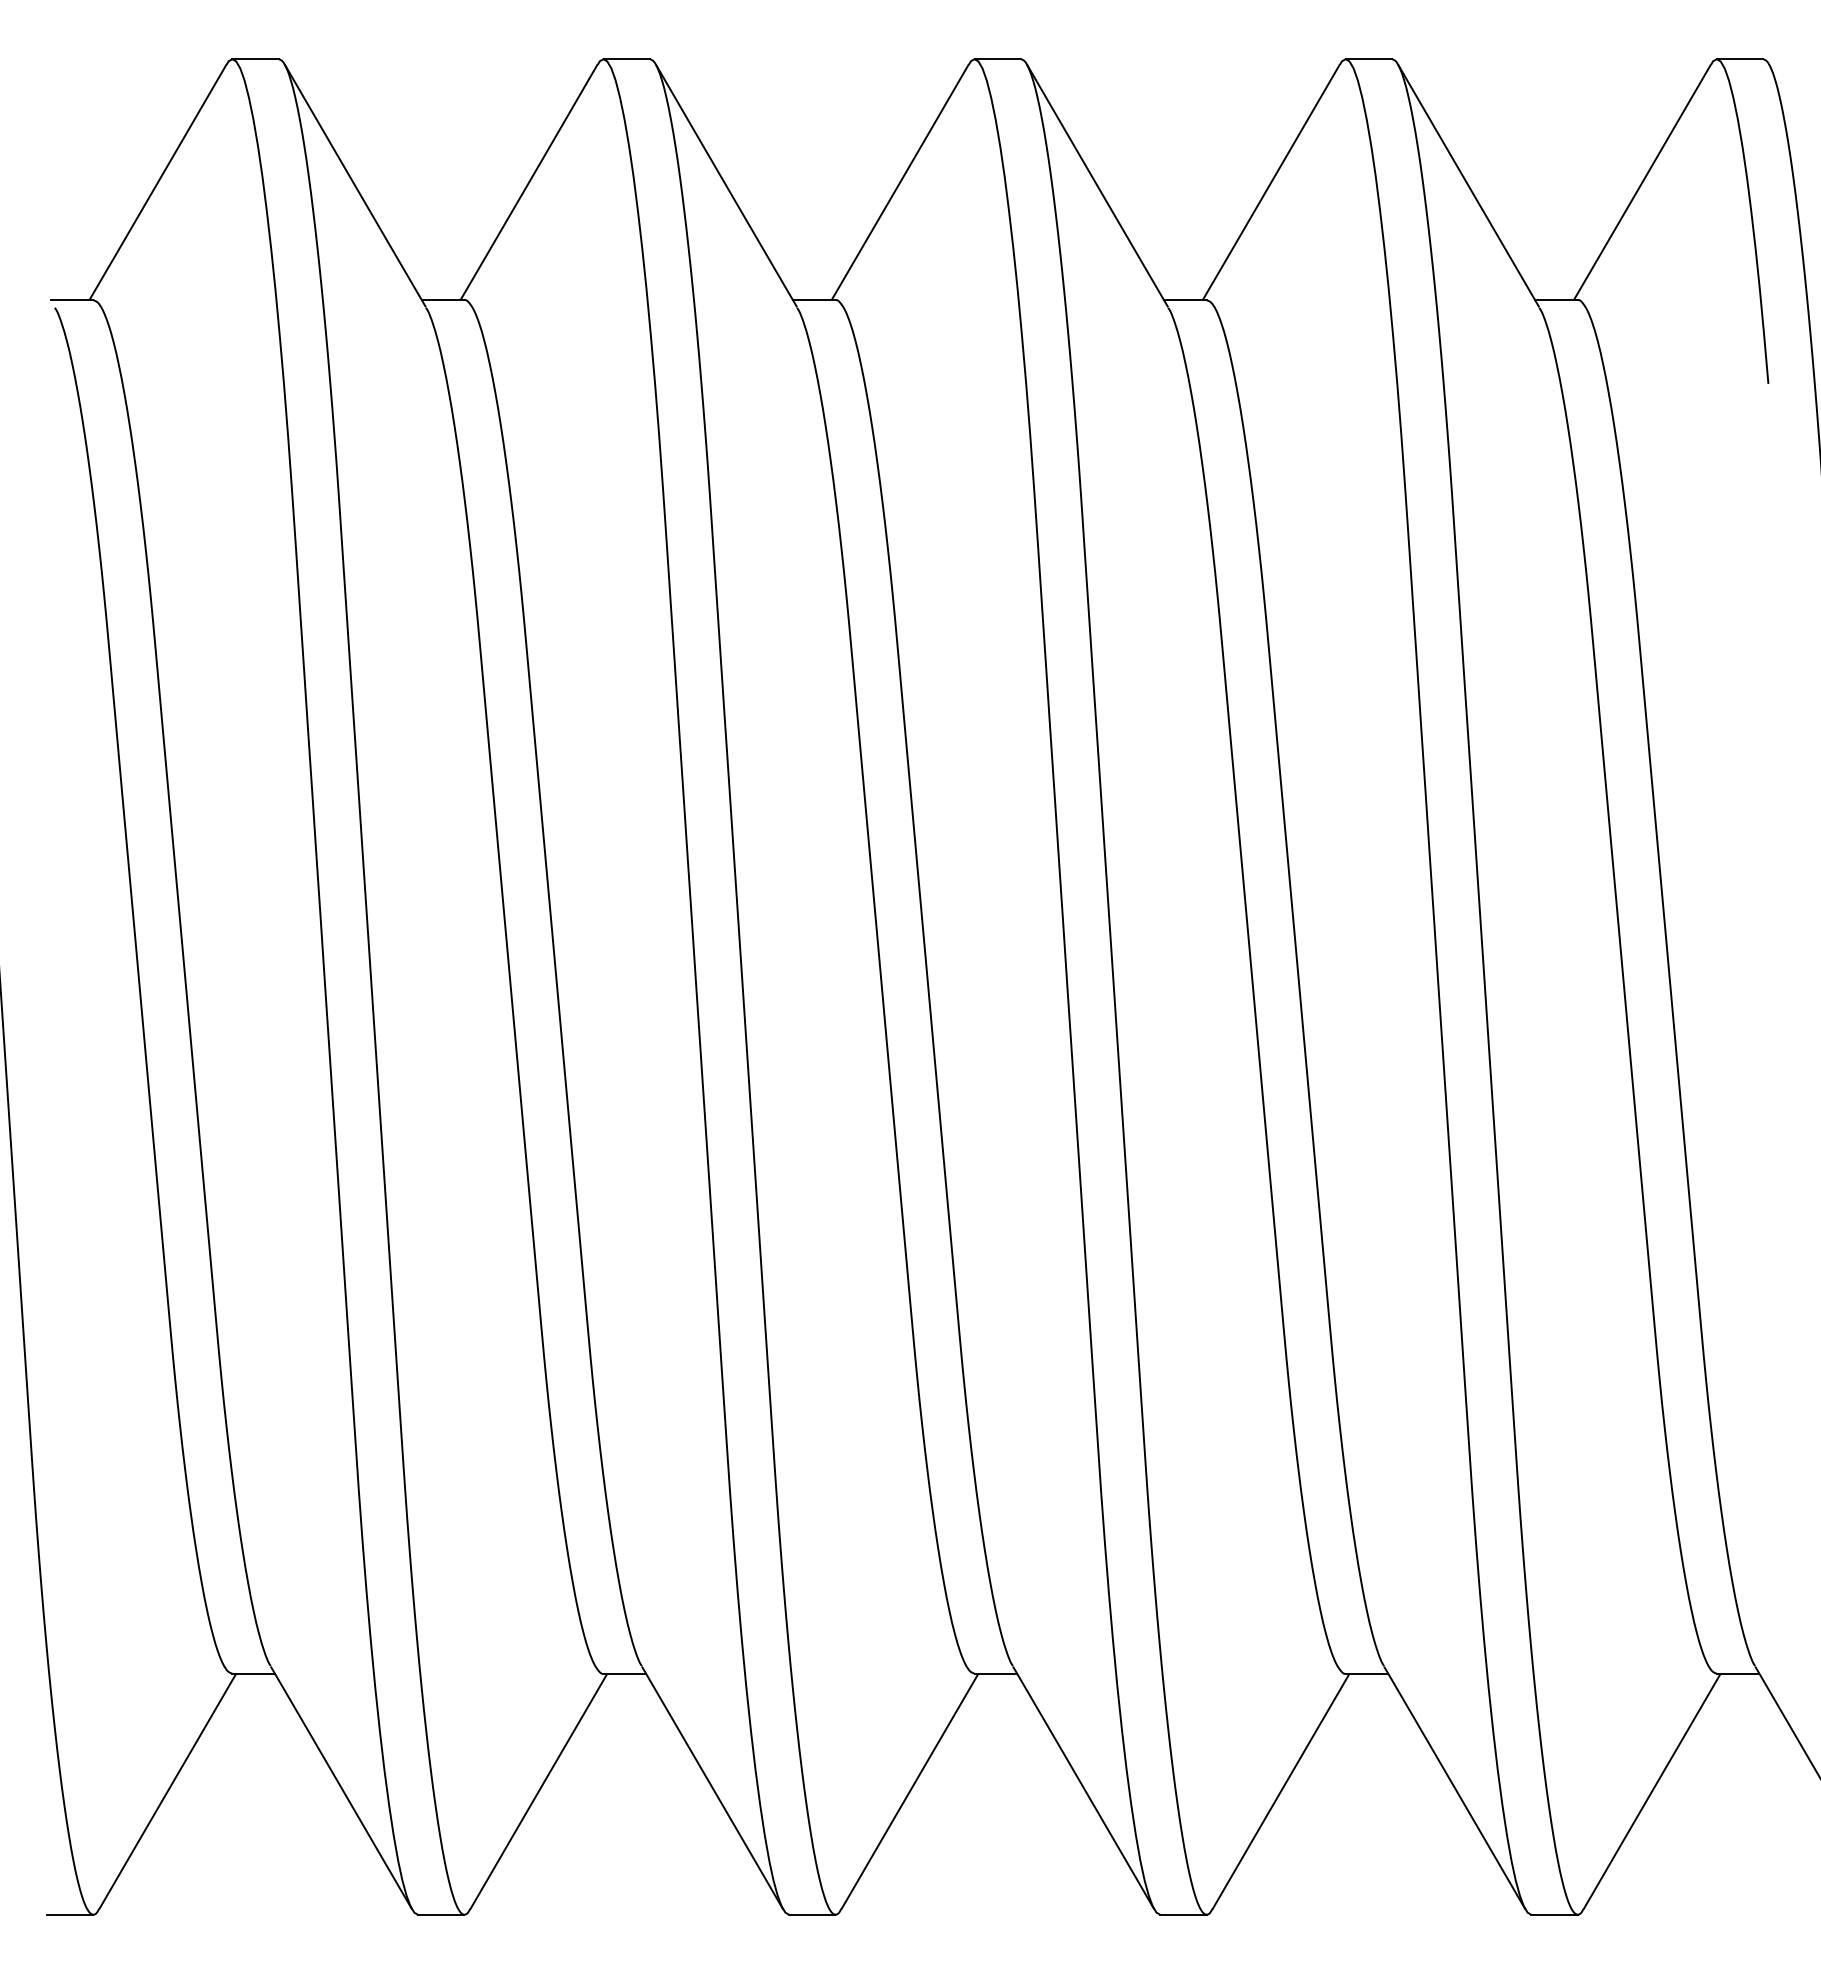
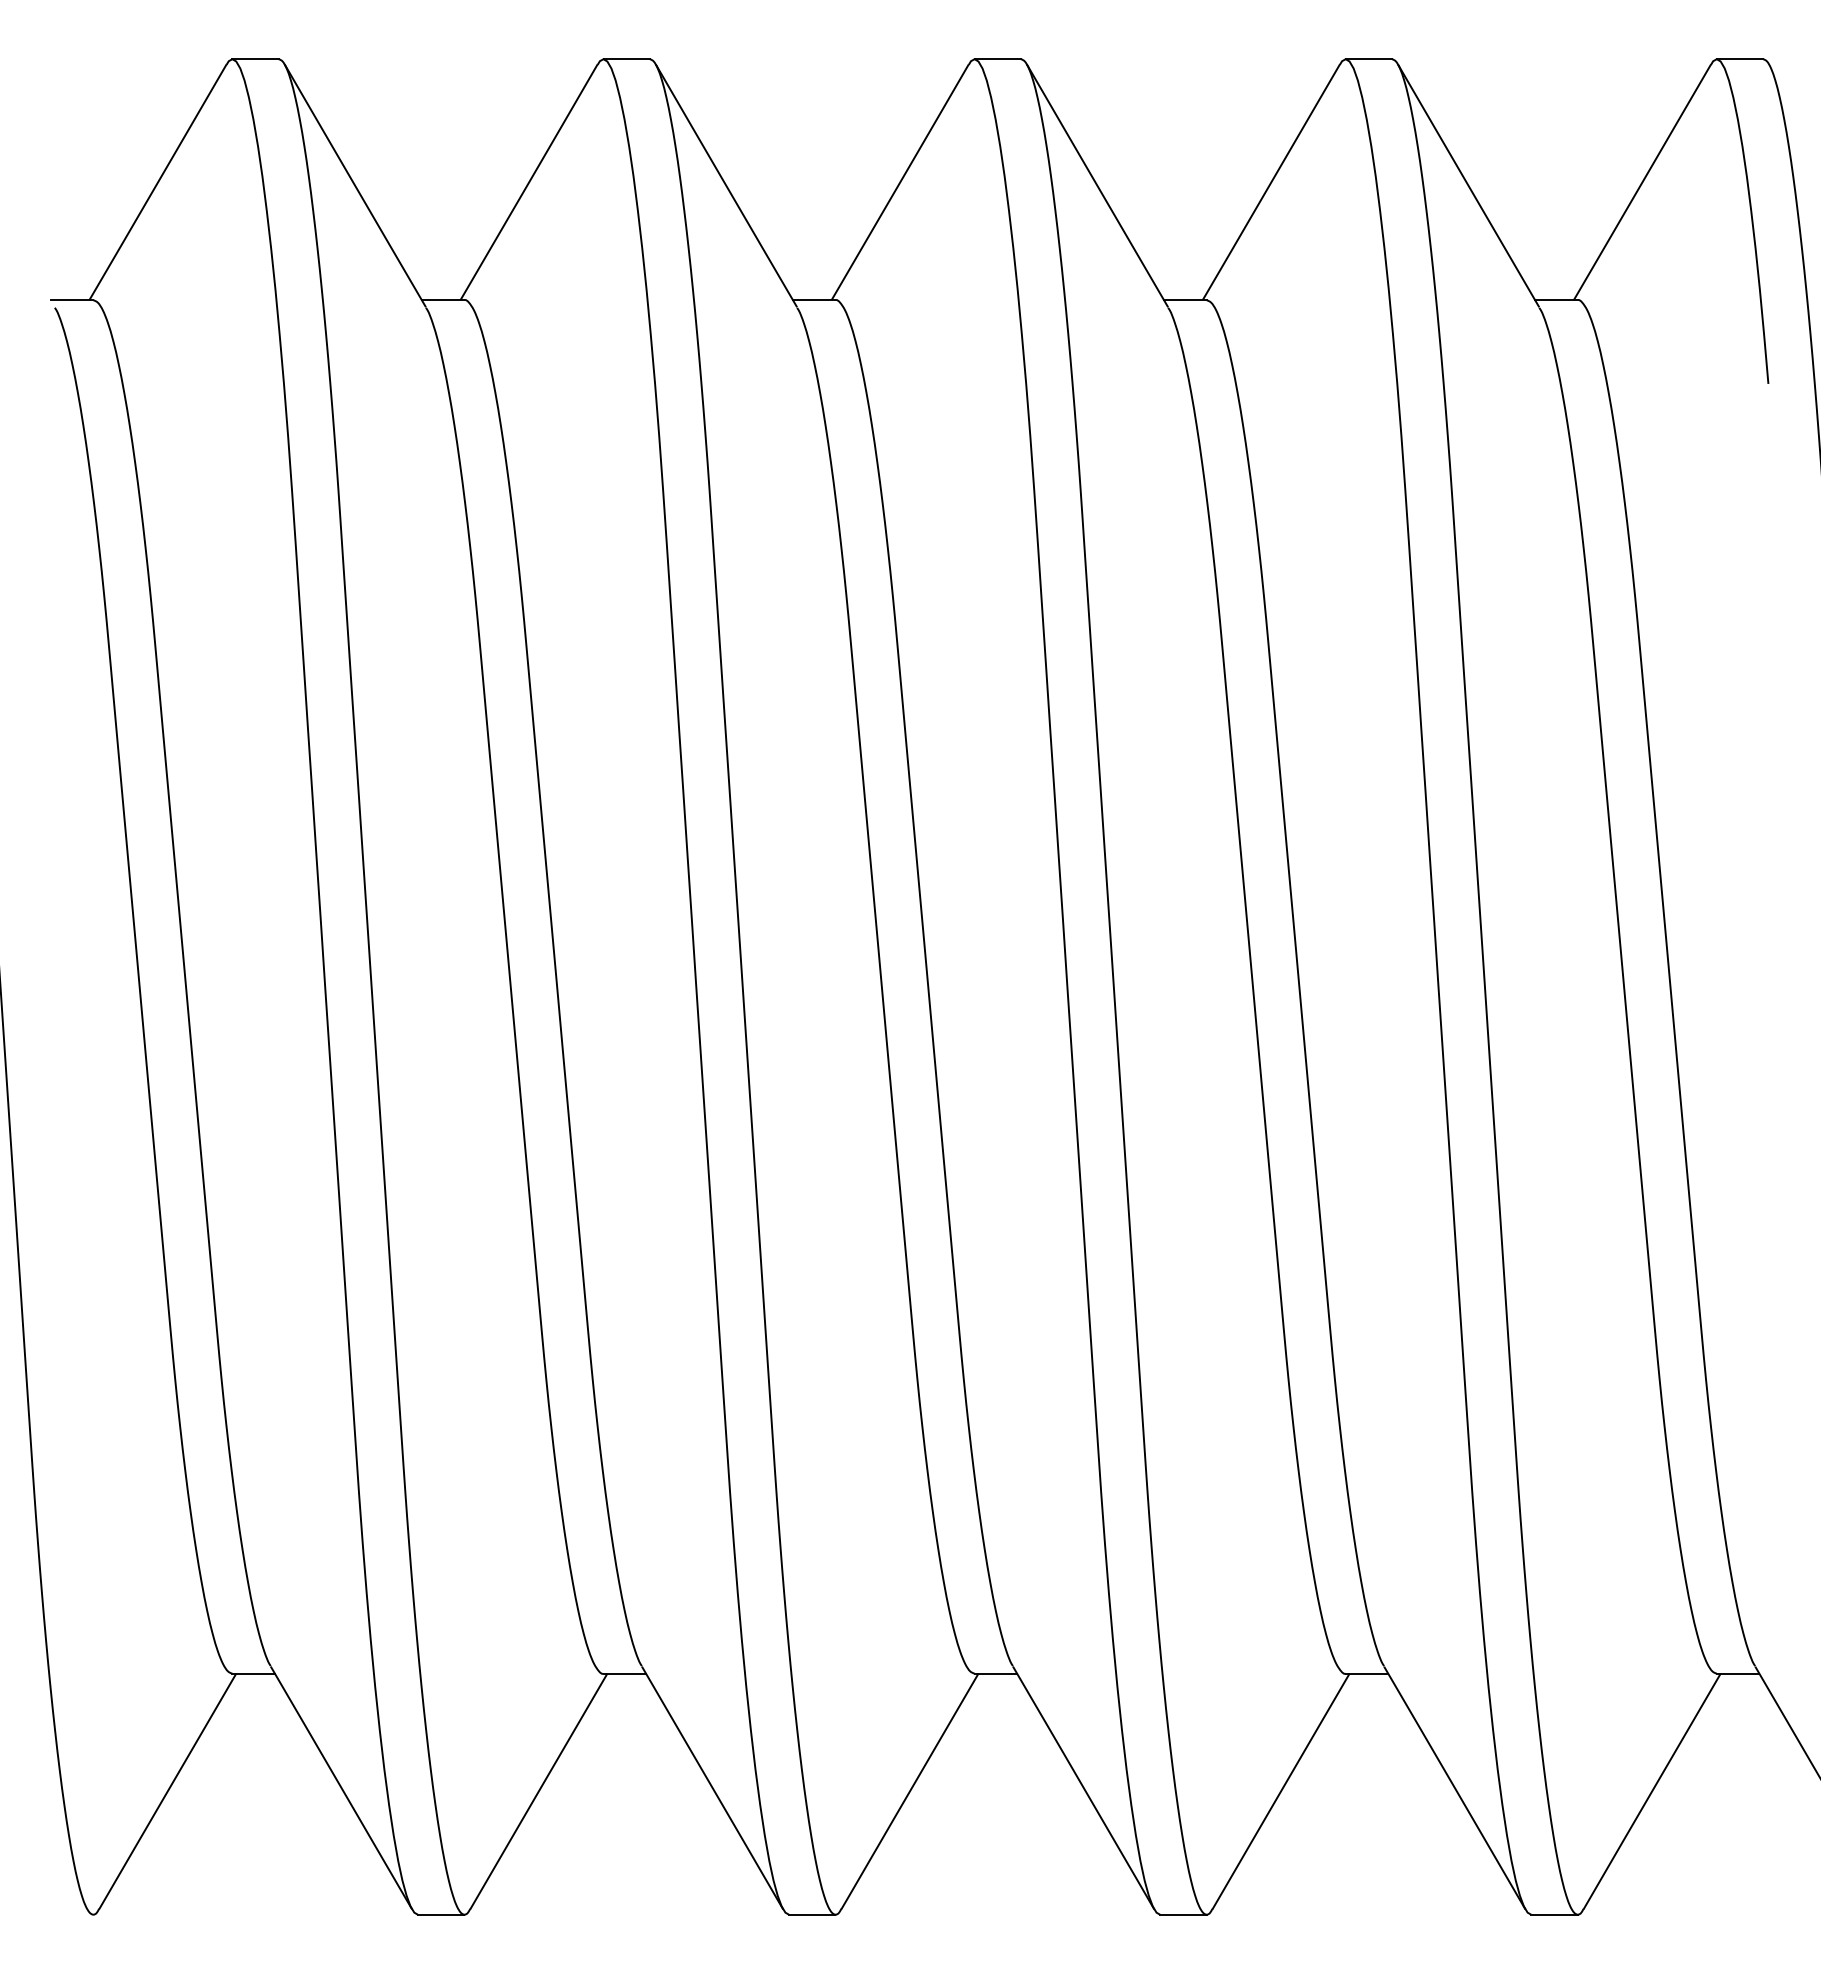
line at (69, 1914): present -> none
